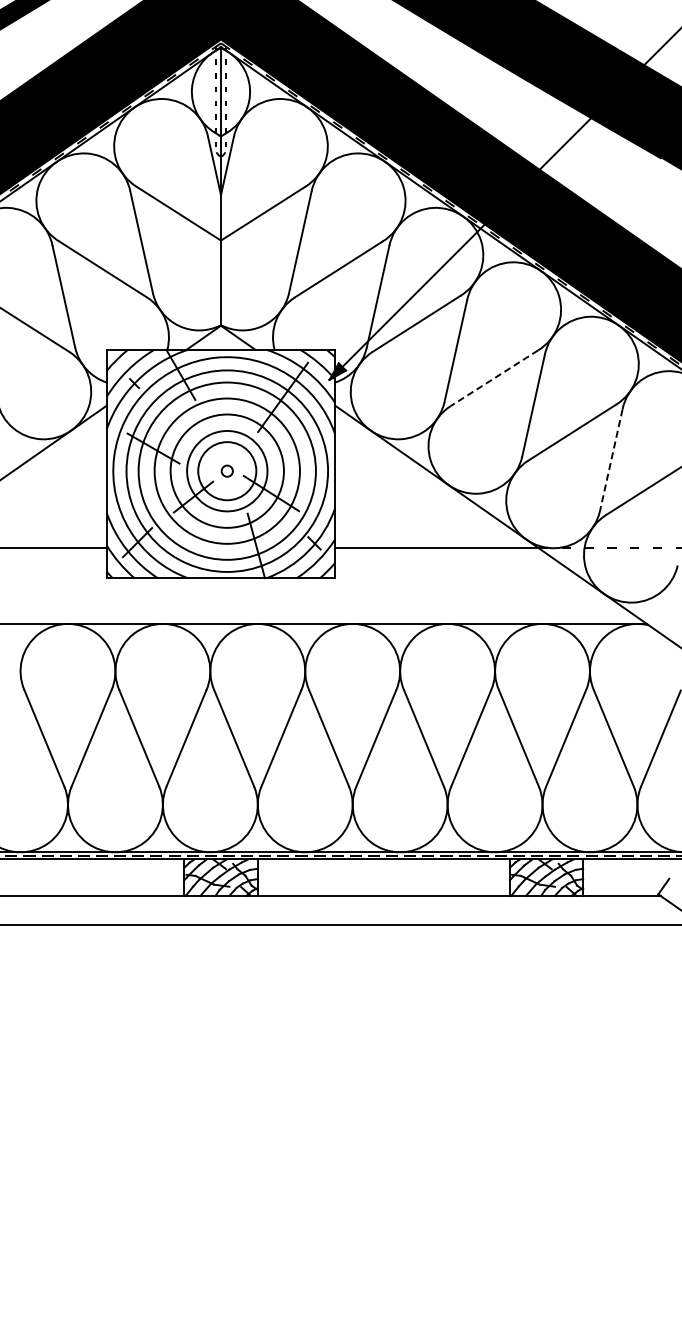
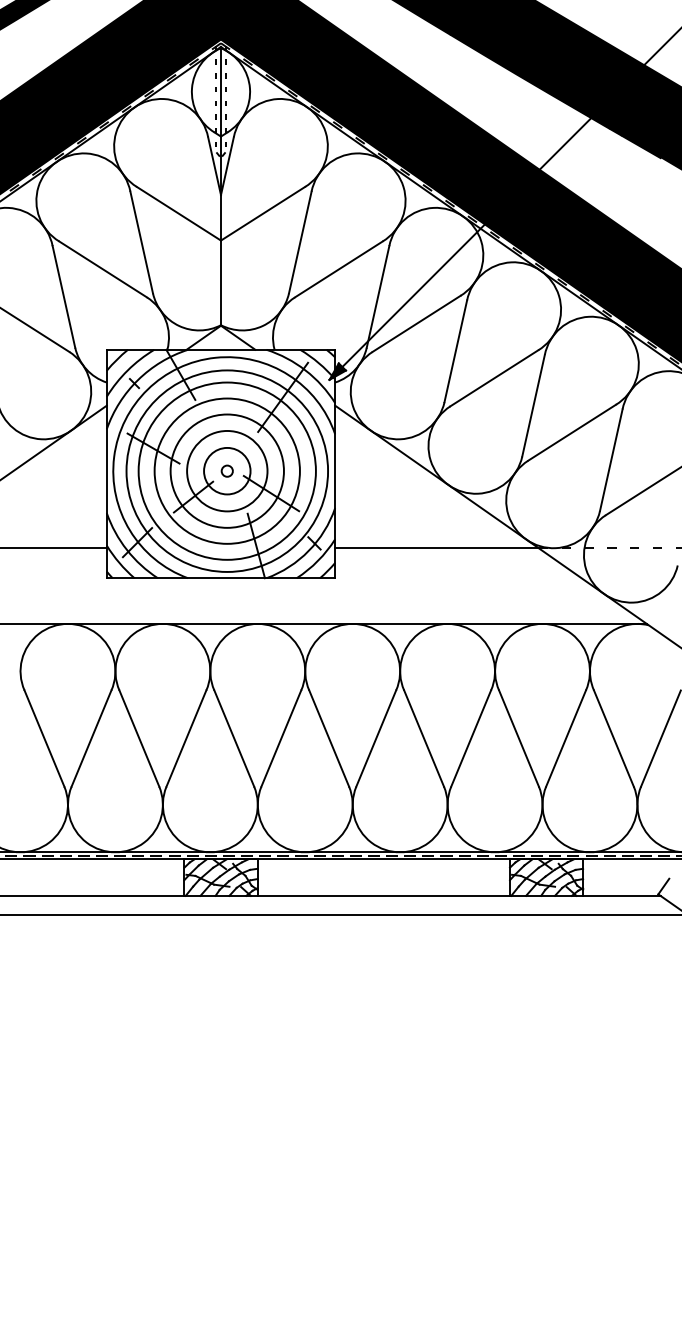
line at (493, 378): dashed -> solid
line at (611, 460): dashed -> solid
circle at (227, 471) diameter: 58 px -> 47 px
line at (340, 924) position: (340, 924) -> (340, 914)
